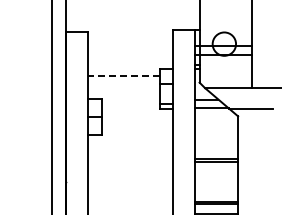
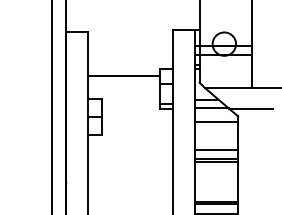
line at (123, 75): dashed -> solid
line at (216, 121): none -> present
line at (216, 149): none -> present
